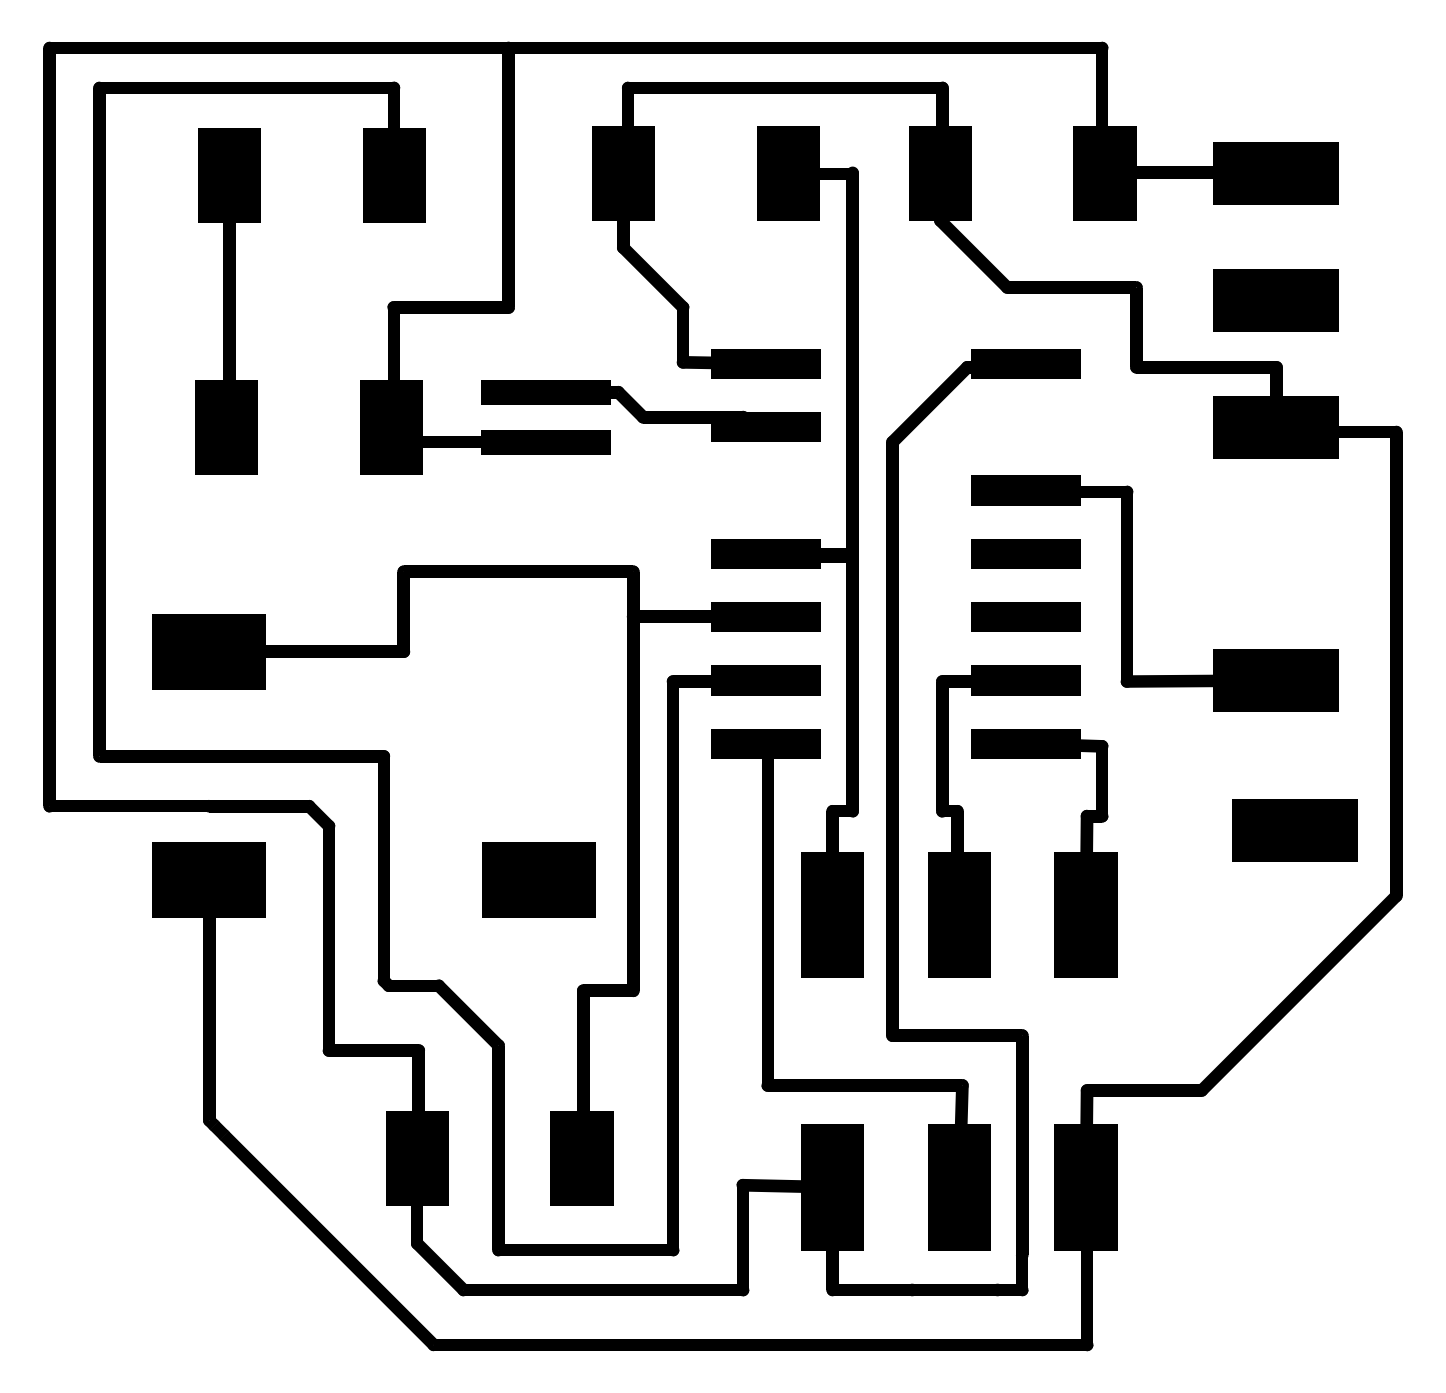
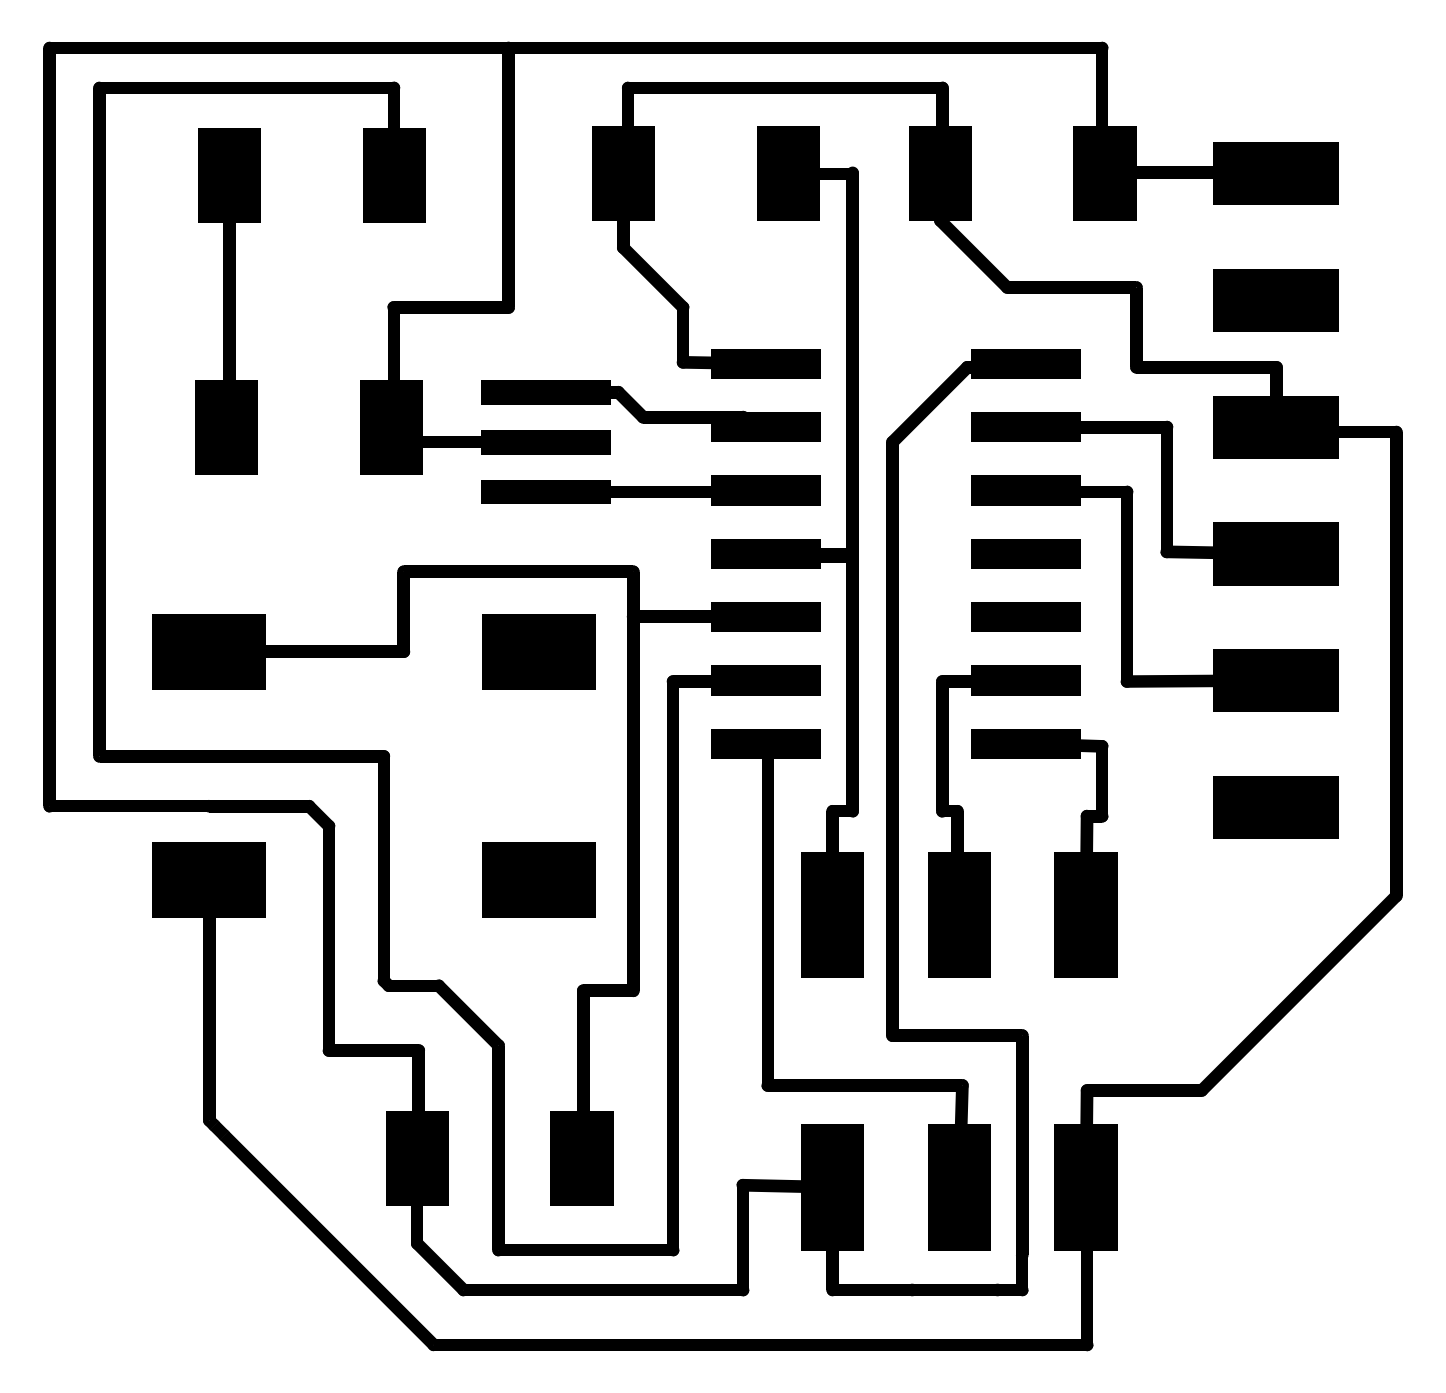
part at (650, 490): none -> present
part at (1161, 498): none -> present
part at (538, 651): none -> present
part at (1294, 830) position: (1294, 830) -> (1275, 807)
